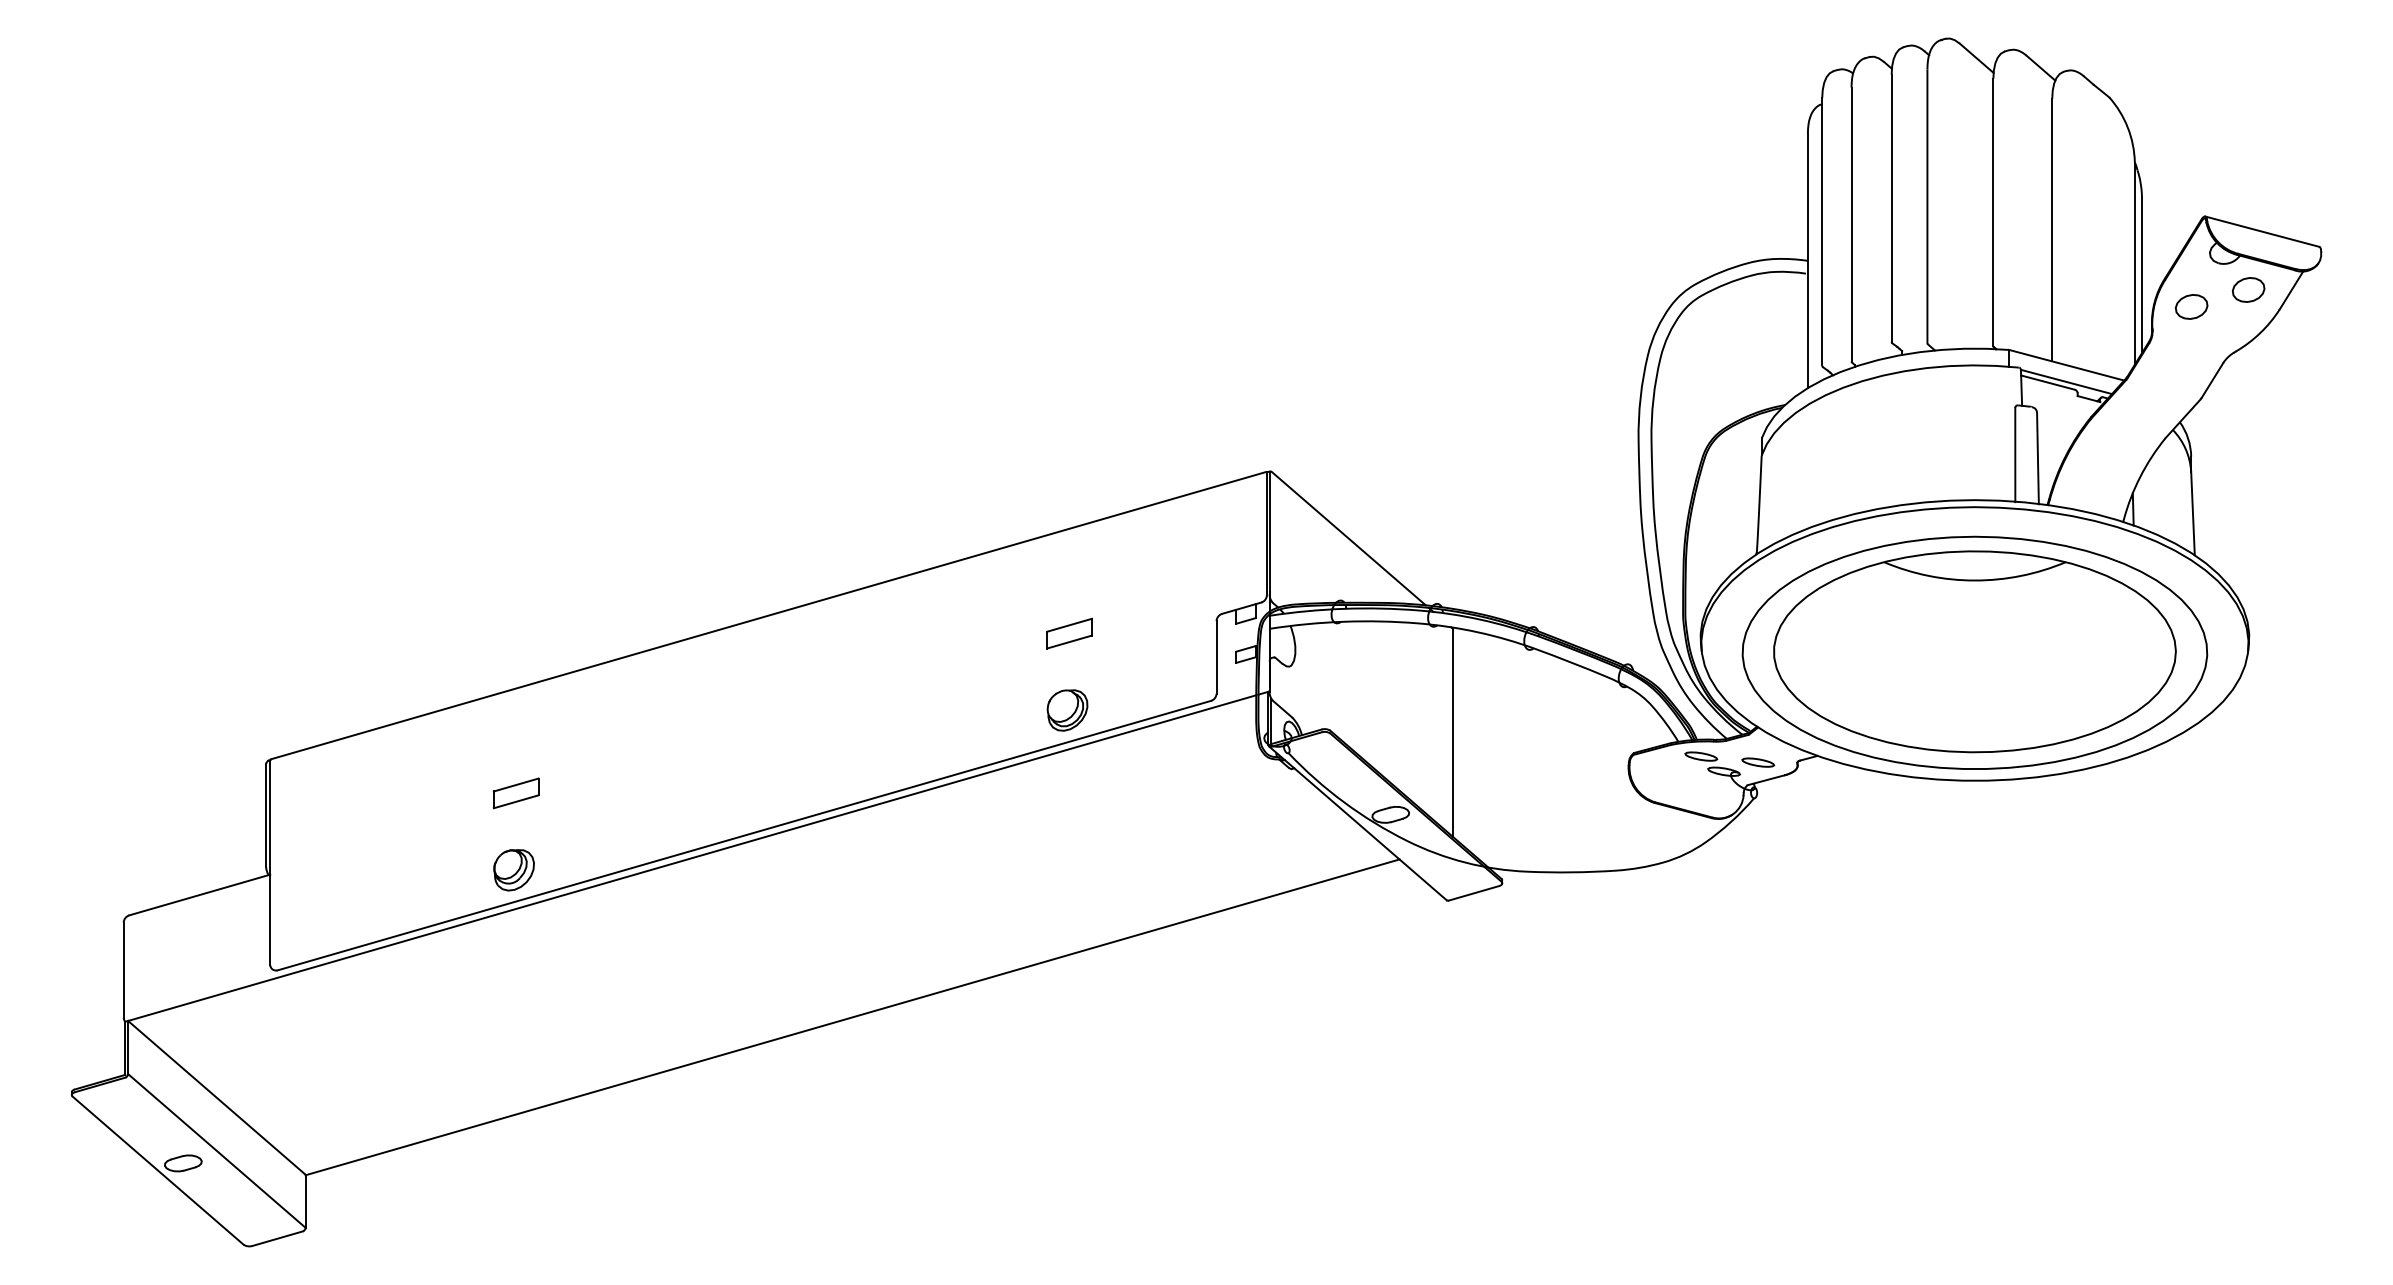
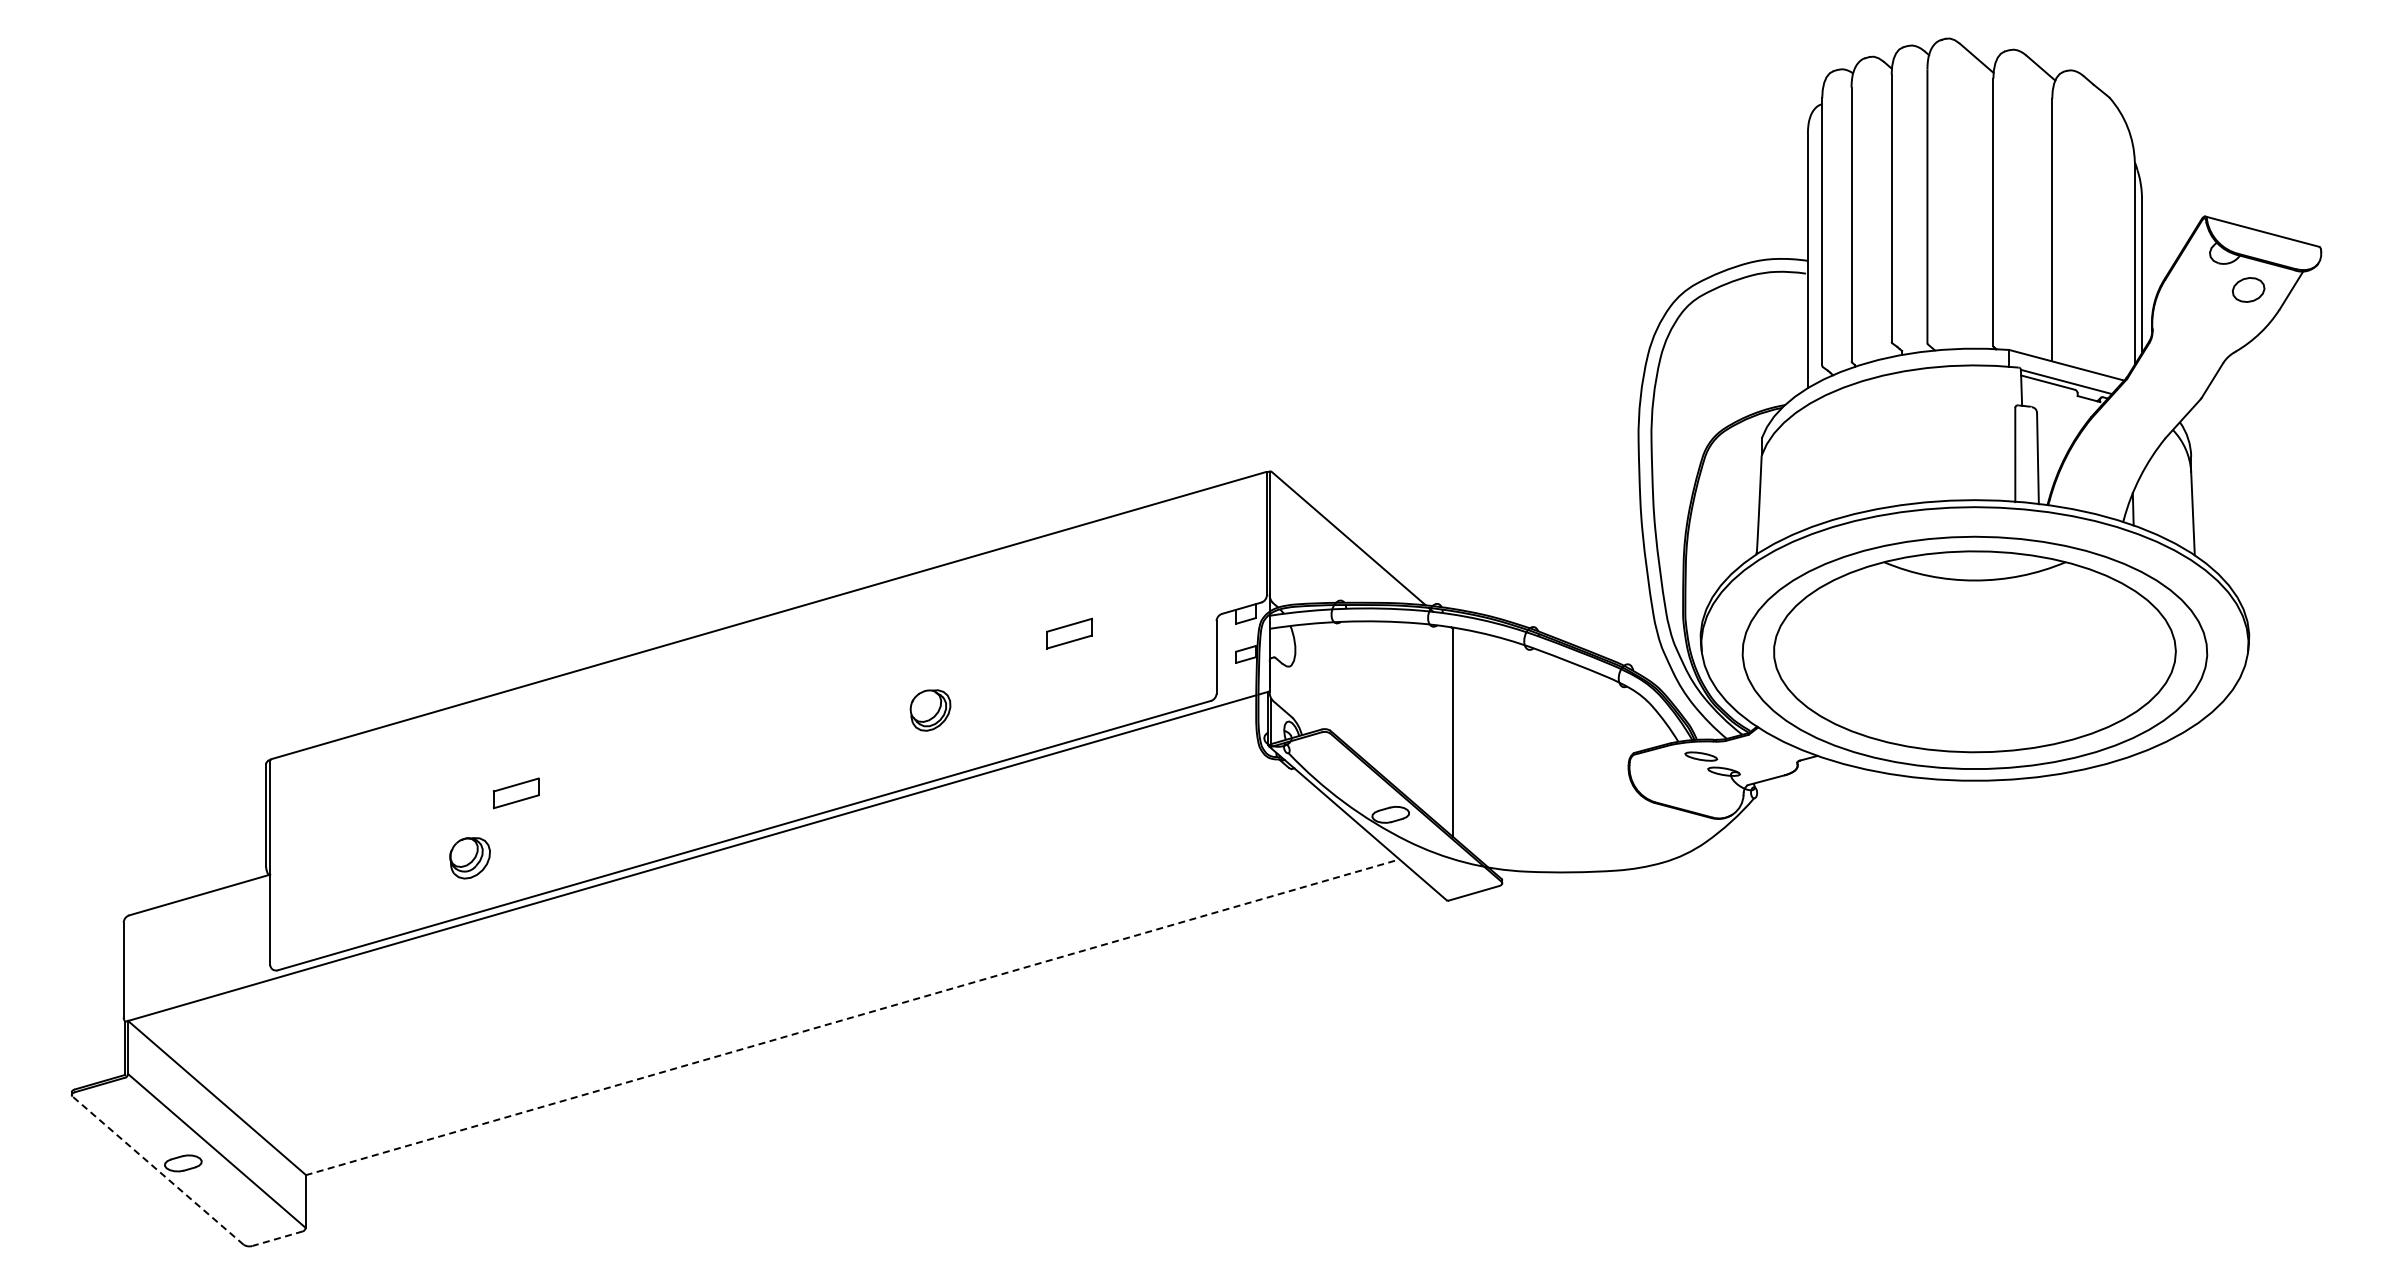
part at (2191, 306): present -> none
part at (1067, 710) position: (1067, 710) -> (930, 710)
part at (1758, 762): present -> none
part at (513, 870) position: (513, 870) -> (469, 858)
line at (853, 1017): solid -> dashed
line at (157, 1170): solid -> dashed
line at (277, 1238): solid -> dashed
